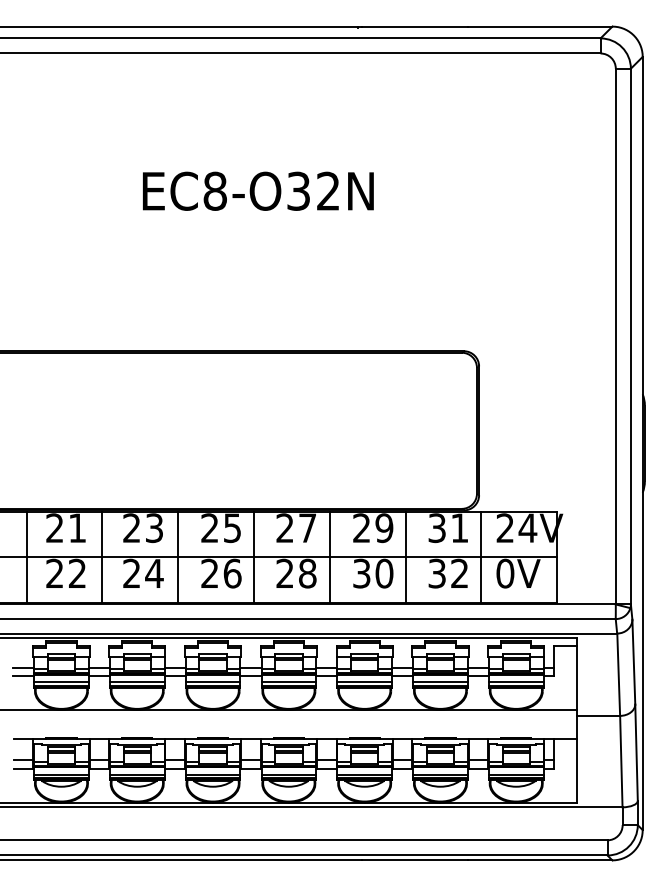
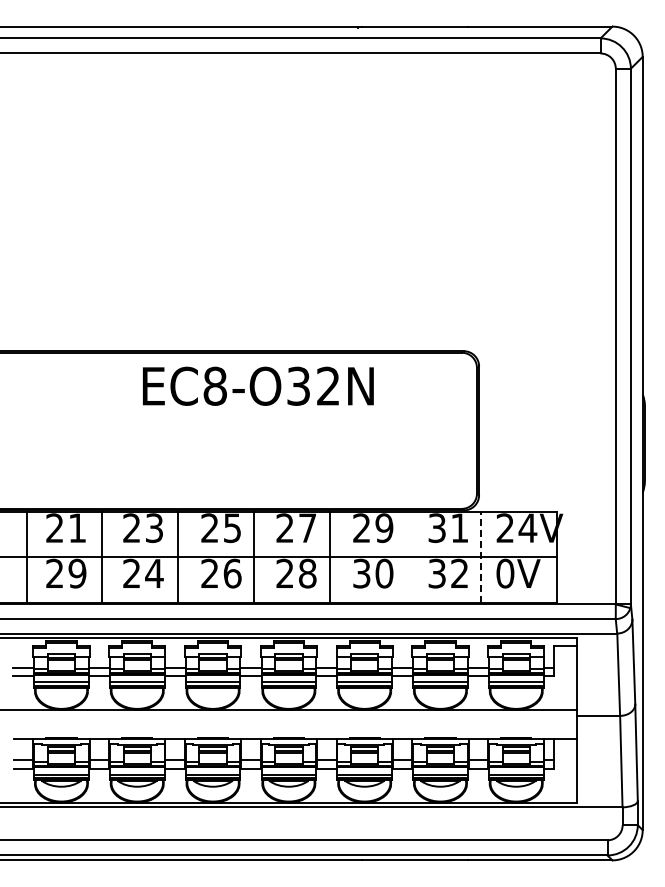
text at (258, 190) position: (258, 190) -> (258, 385)
line at (405, 556): present -> none
line at (481, 556): solid -> dashed
text at (77, 573): 22 -> 29
